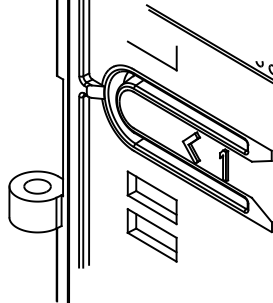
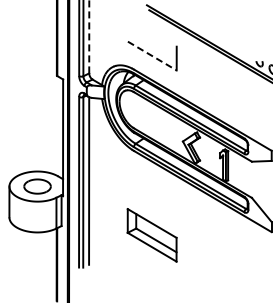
line at (89, 36): solid -> dashed
line at (152, 56): solid -> dashed
part at (151, 197): present -> none
